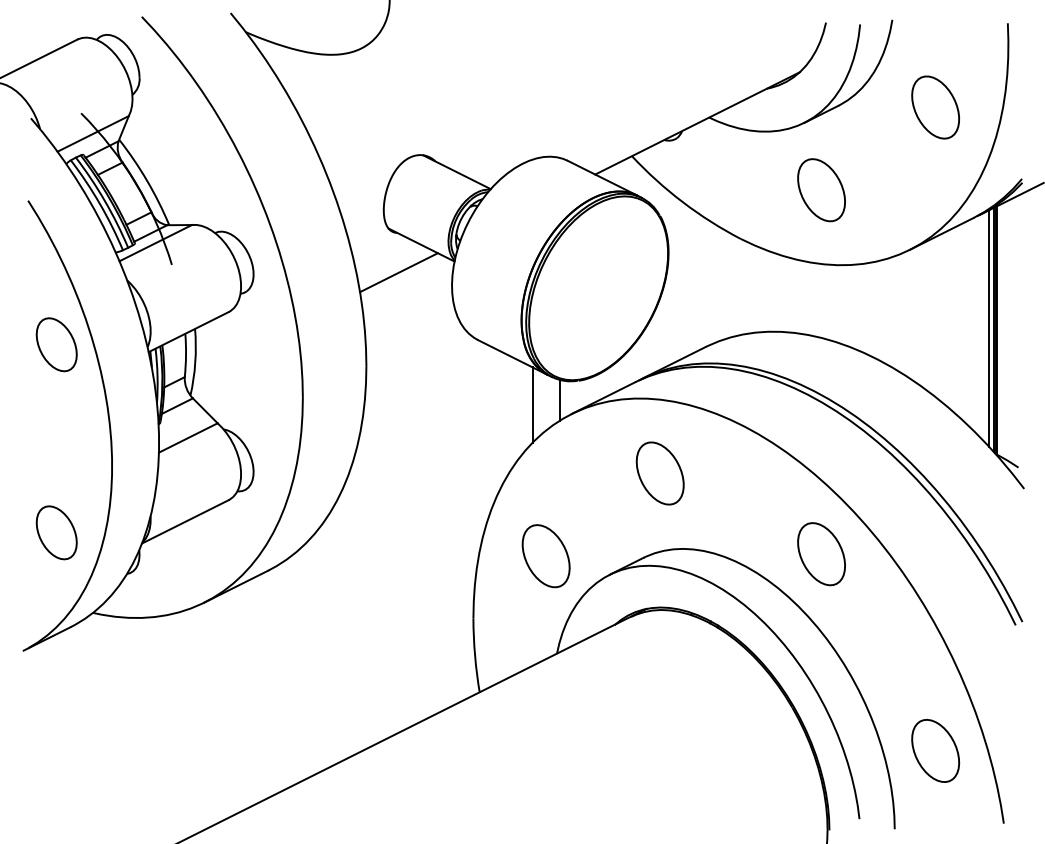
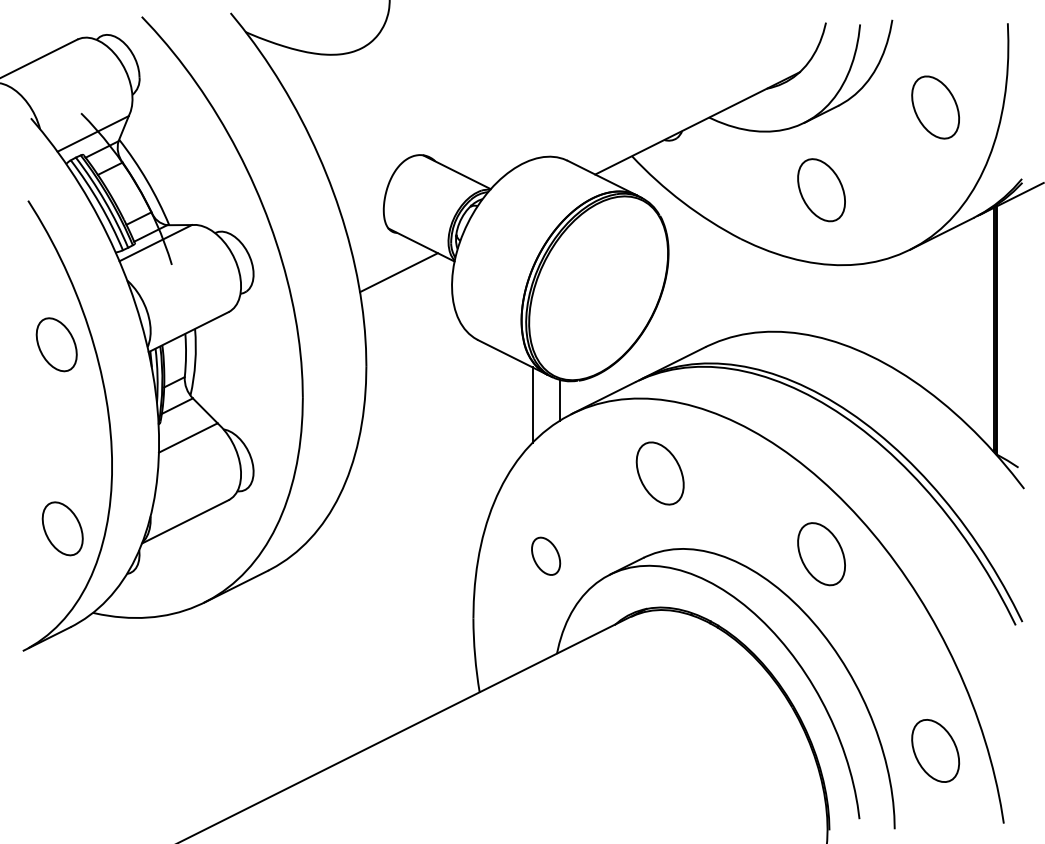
line at (989, 328): present -> none
part at (56, 532) position: (56, 532) -> (62, 528)
part at (545, 556) size: 50x65 px -> 31x40 px
